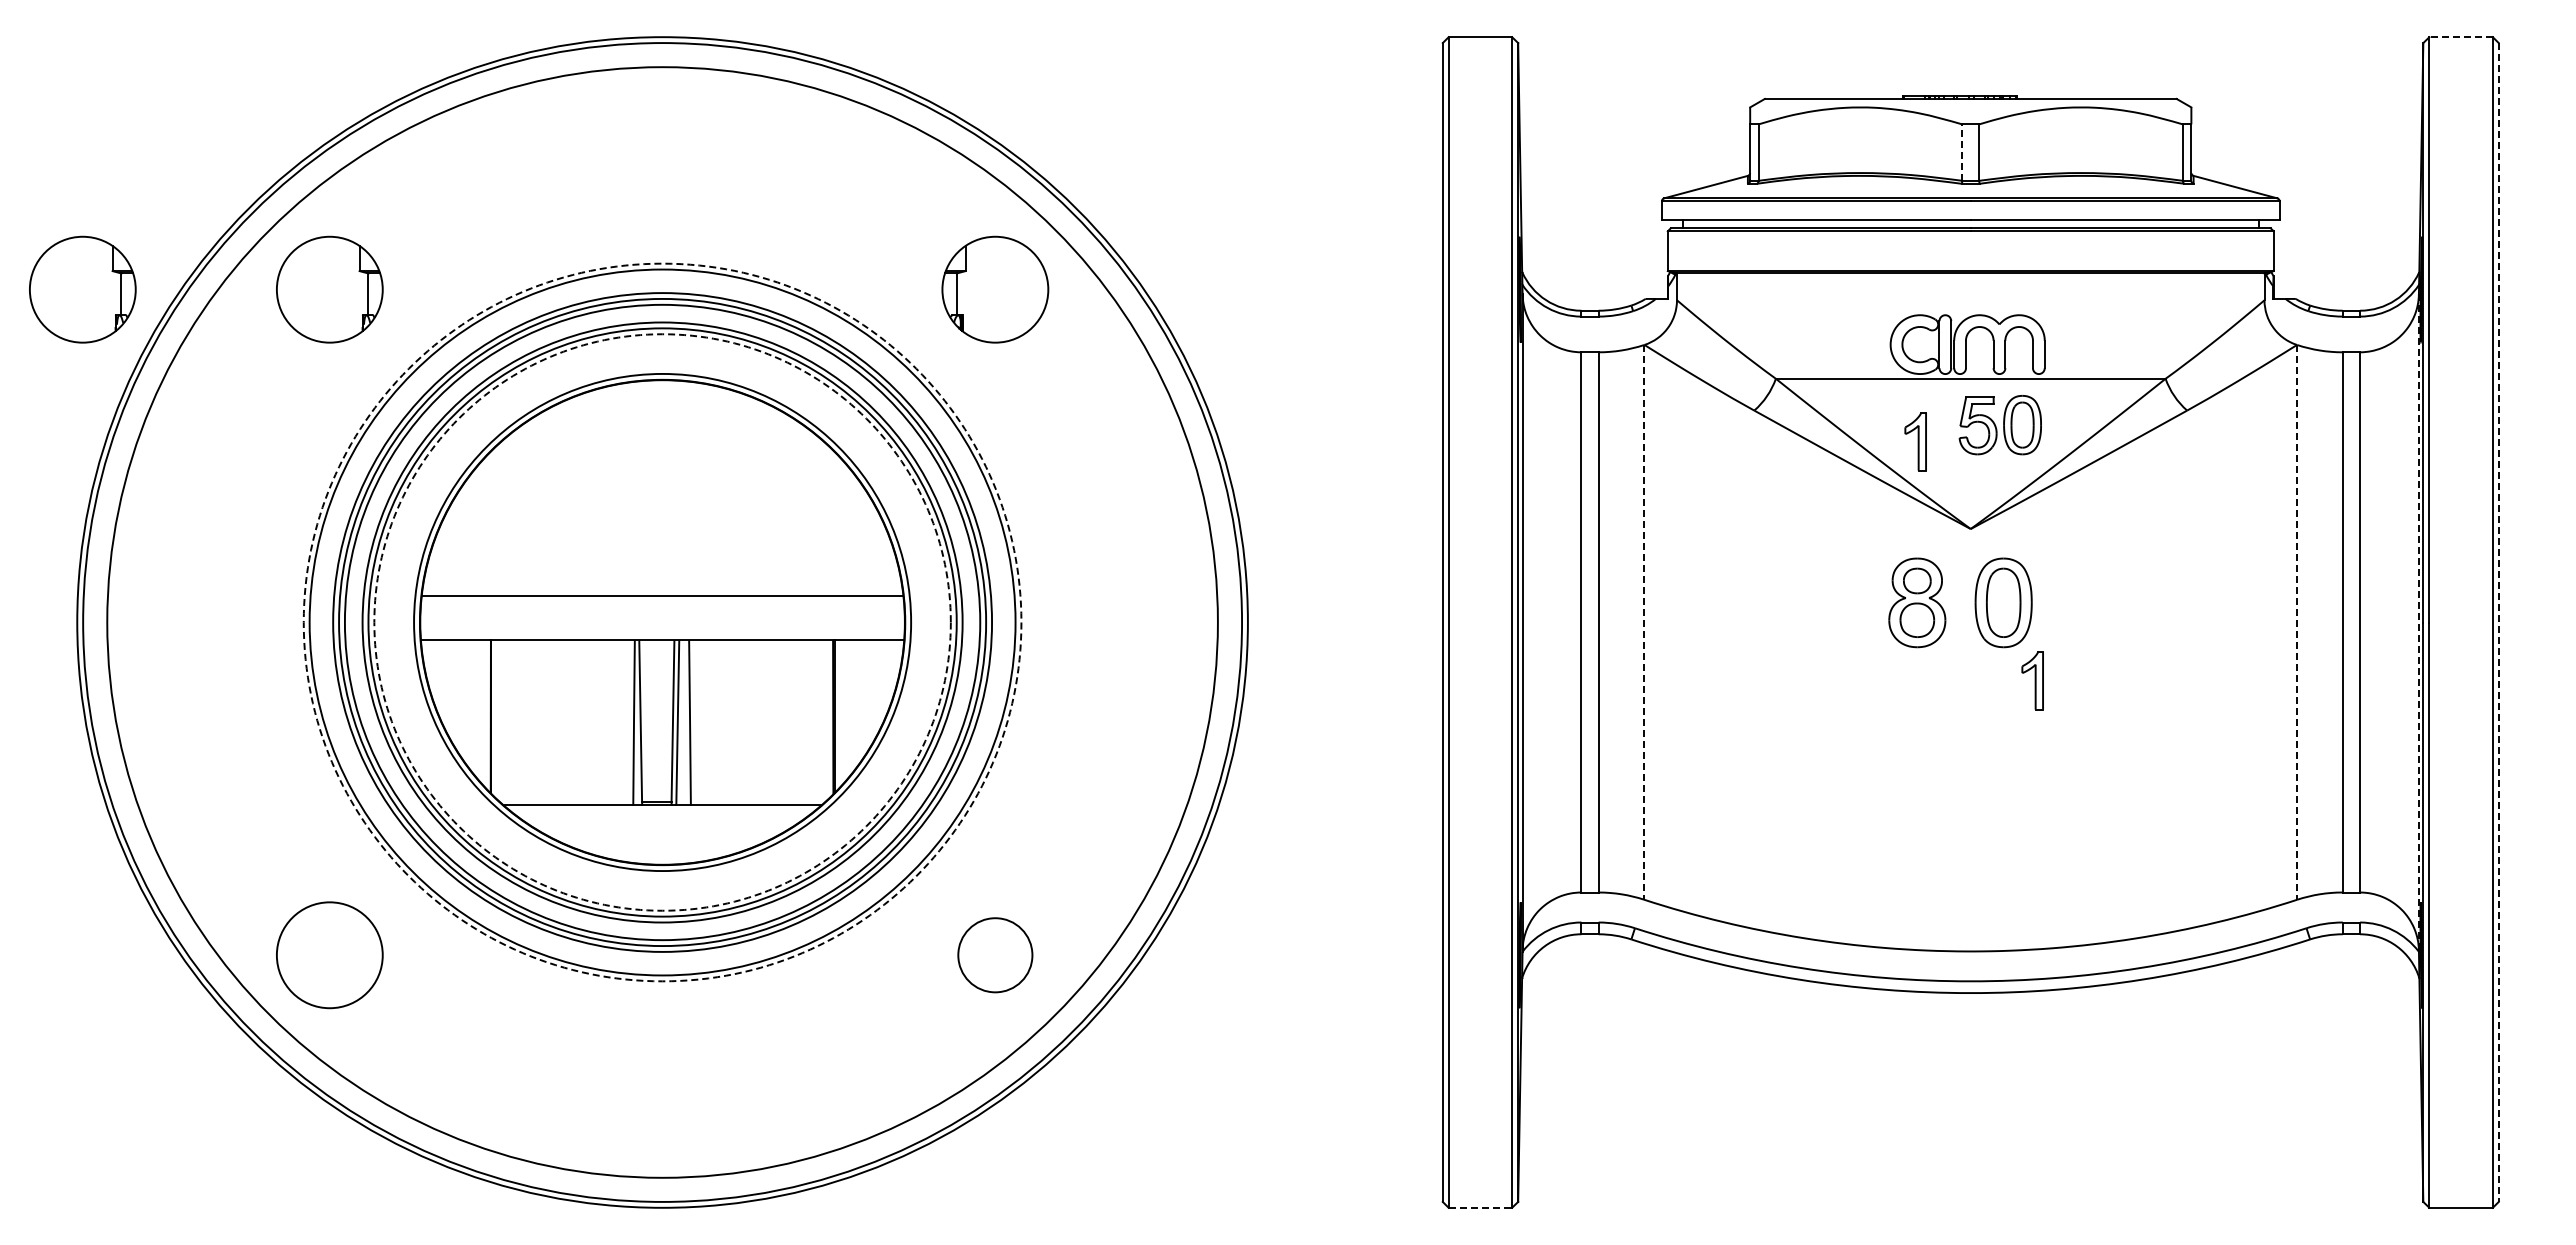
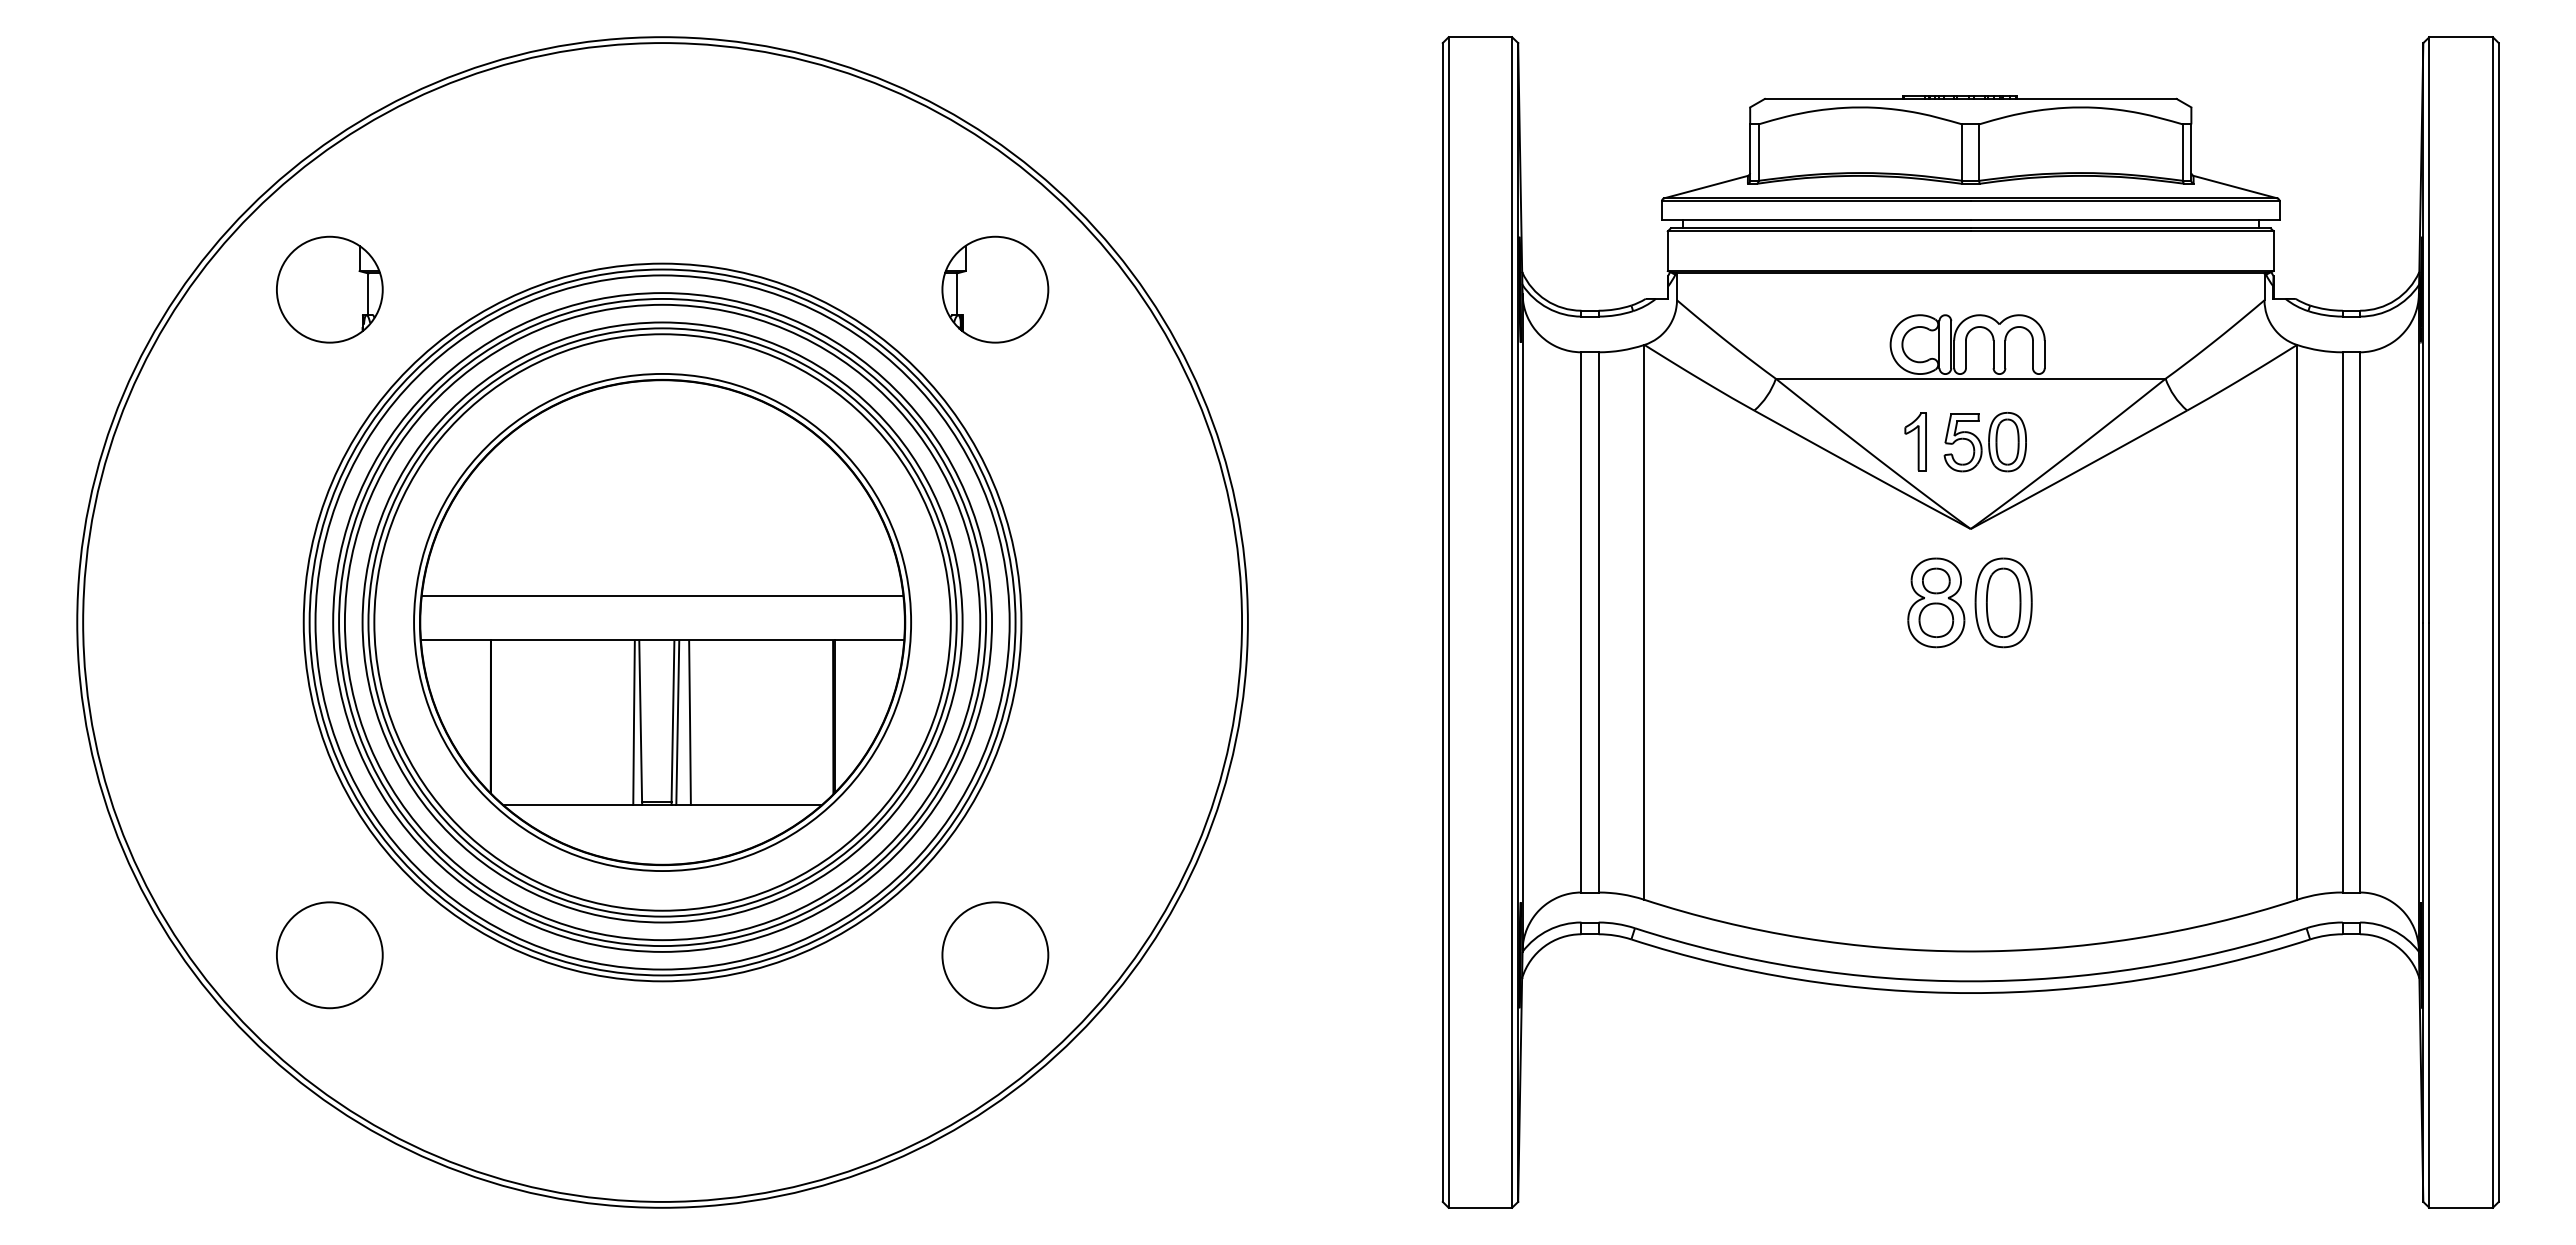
line at (2461, 37): dashed -> solid
line at (1962, 152): dashed -> solid
part at (82, 289): present -> none
part at (1999, 425) position: (1999, 425) -> (1984, 442)
part at (1917, 602) position: (1917, 602) -> (1936, 602)
circle at (662, 622) diameter: 1111 px -> 694 px
circle at (662, 622): dashed -> solid
circle at (662, 622): dashed -> solid
line at (1644, 622): dashed -> solid
line at (2297, 622): dashed -> solid
line at (2418, 622): dashed -> solid
line at (2498, 623): dashed -> solid
part at (2032, 680): present -> none
circle at (995, 955) diameter: 74 px -> 106 px
line at (1480, 1207): dashed -> solid
